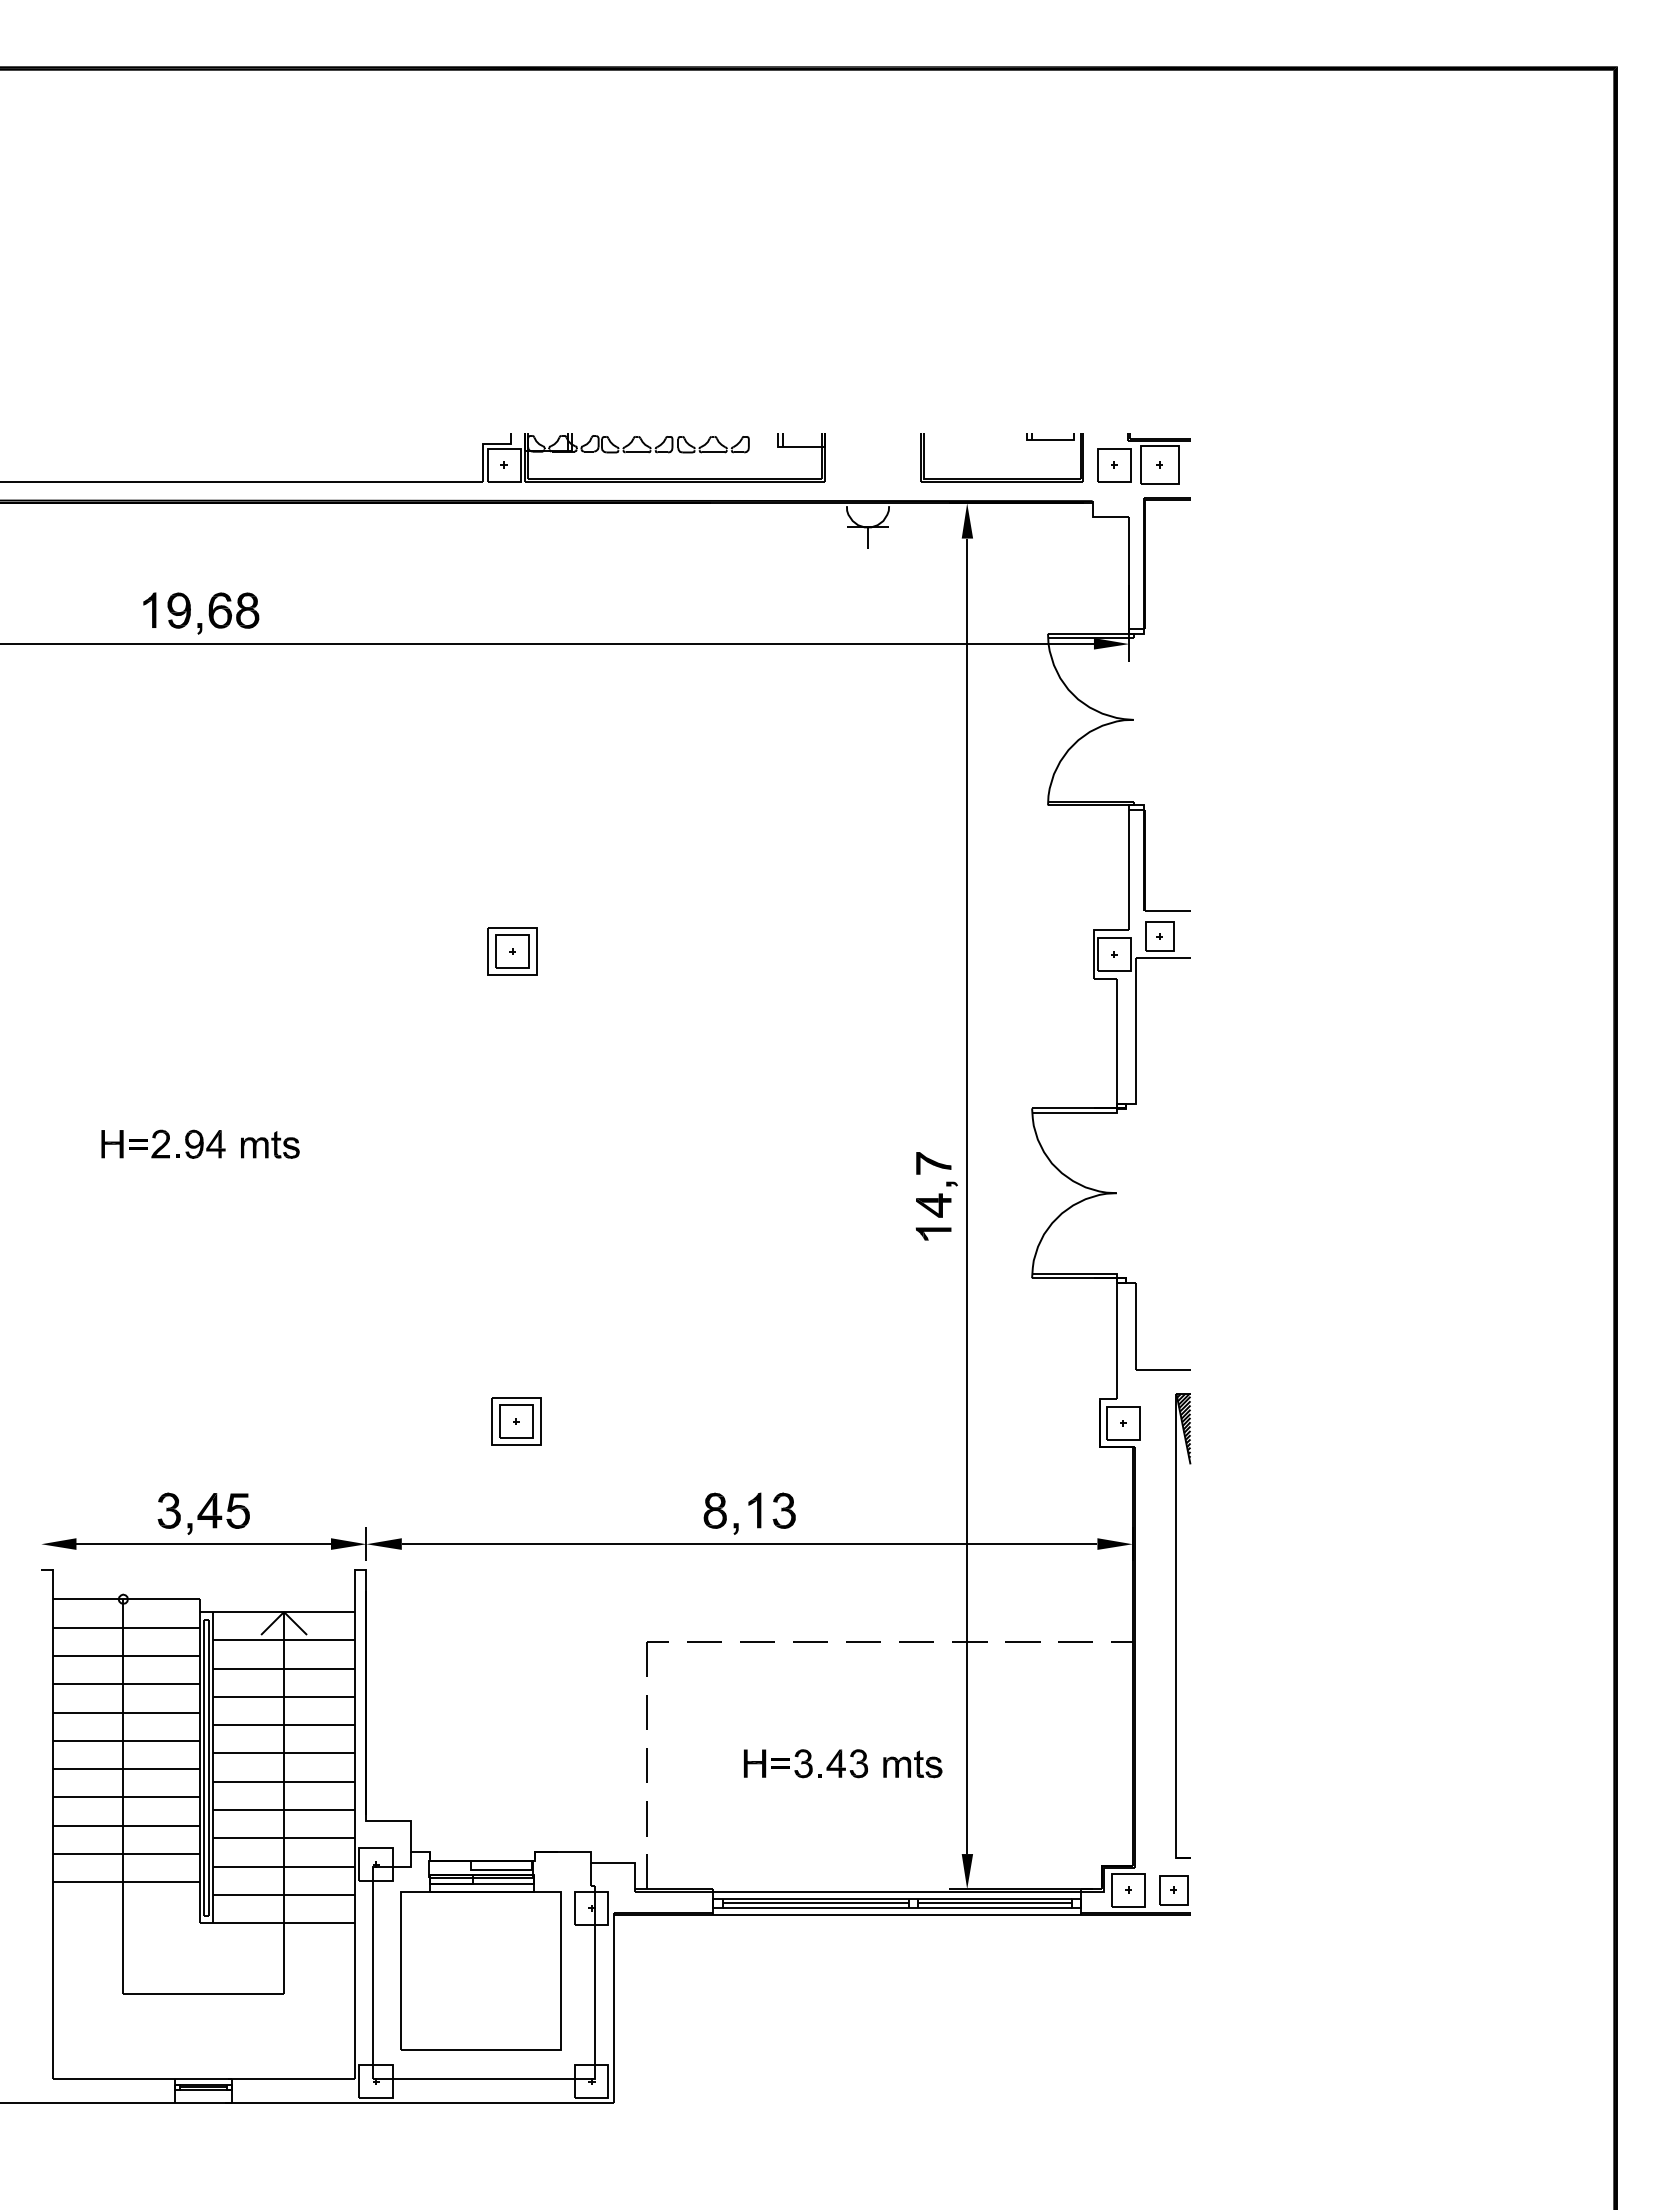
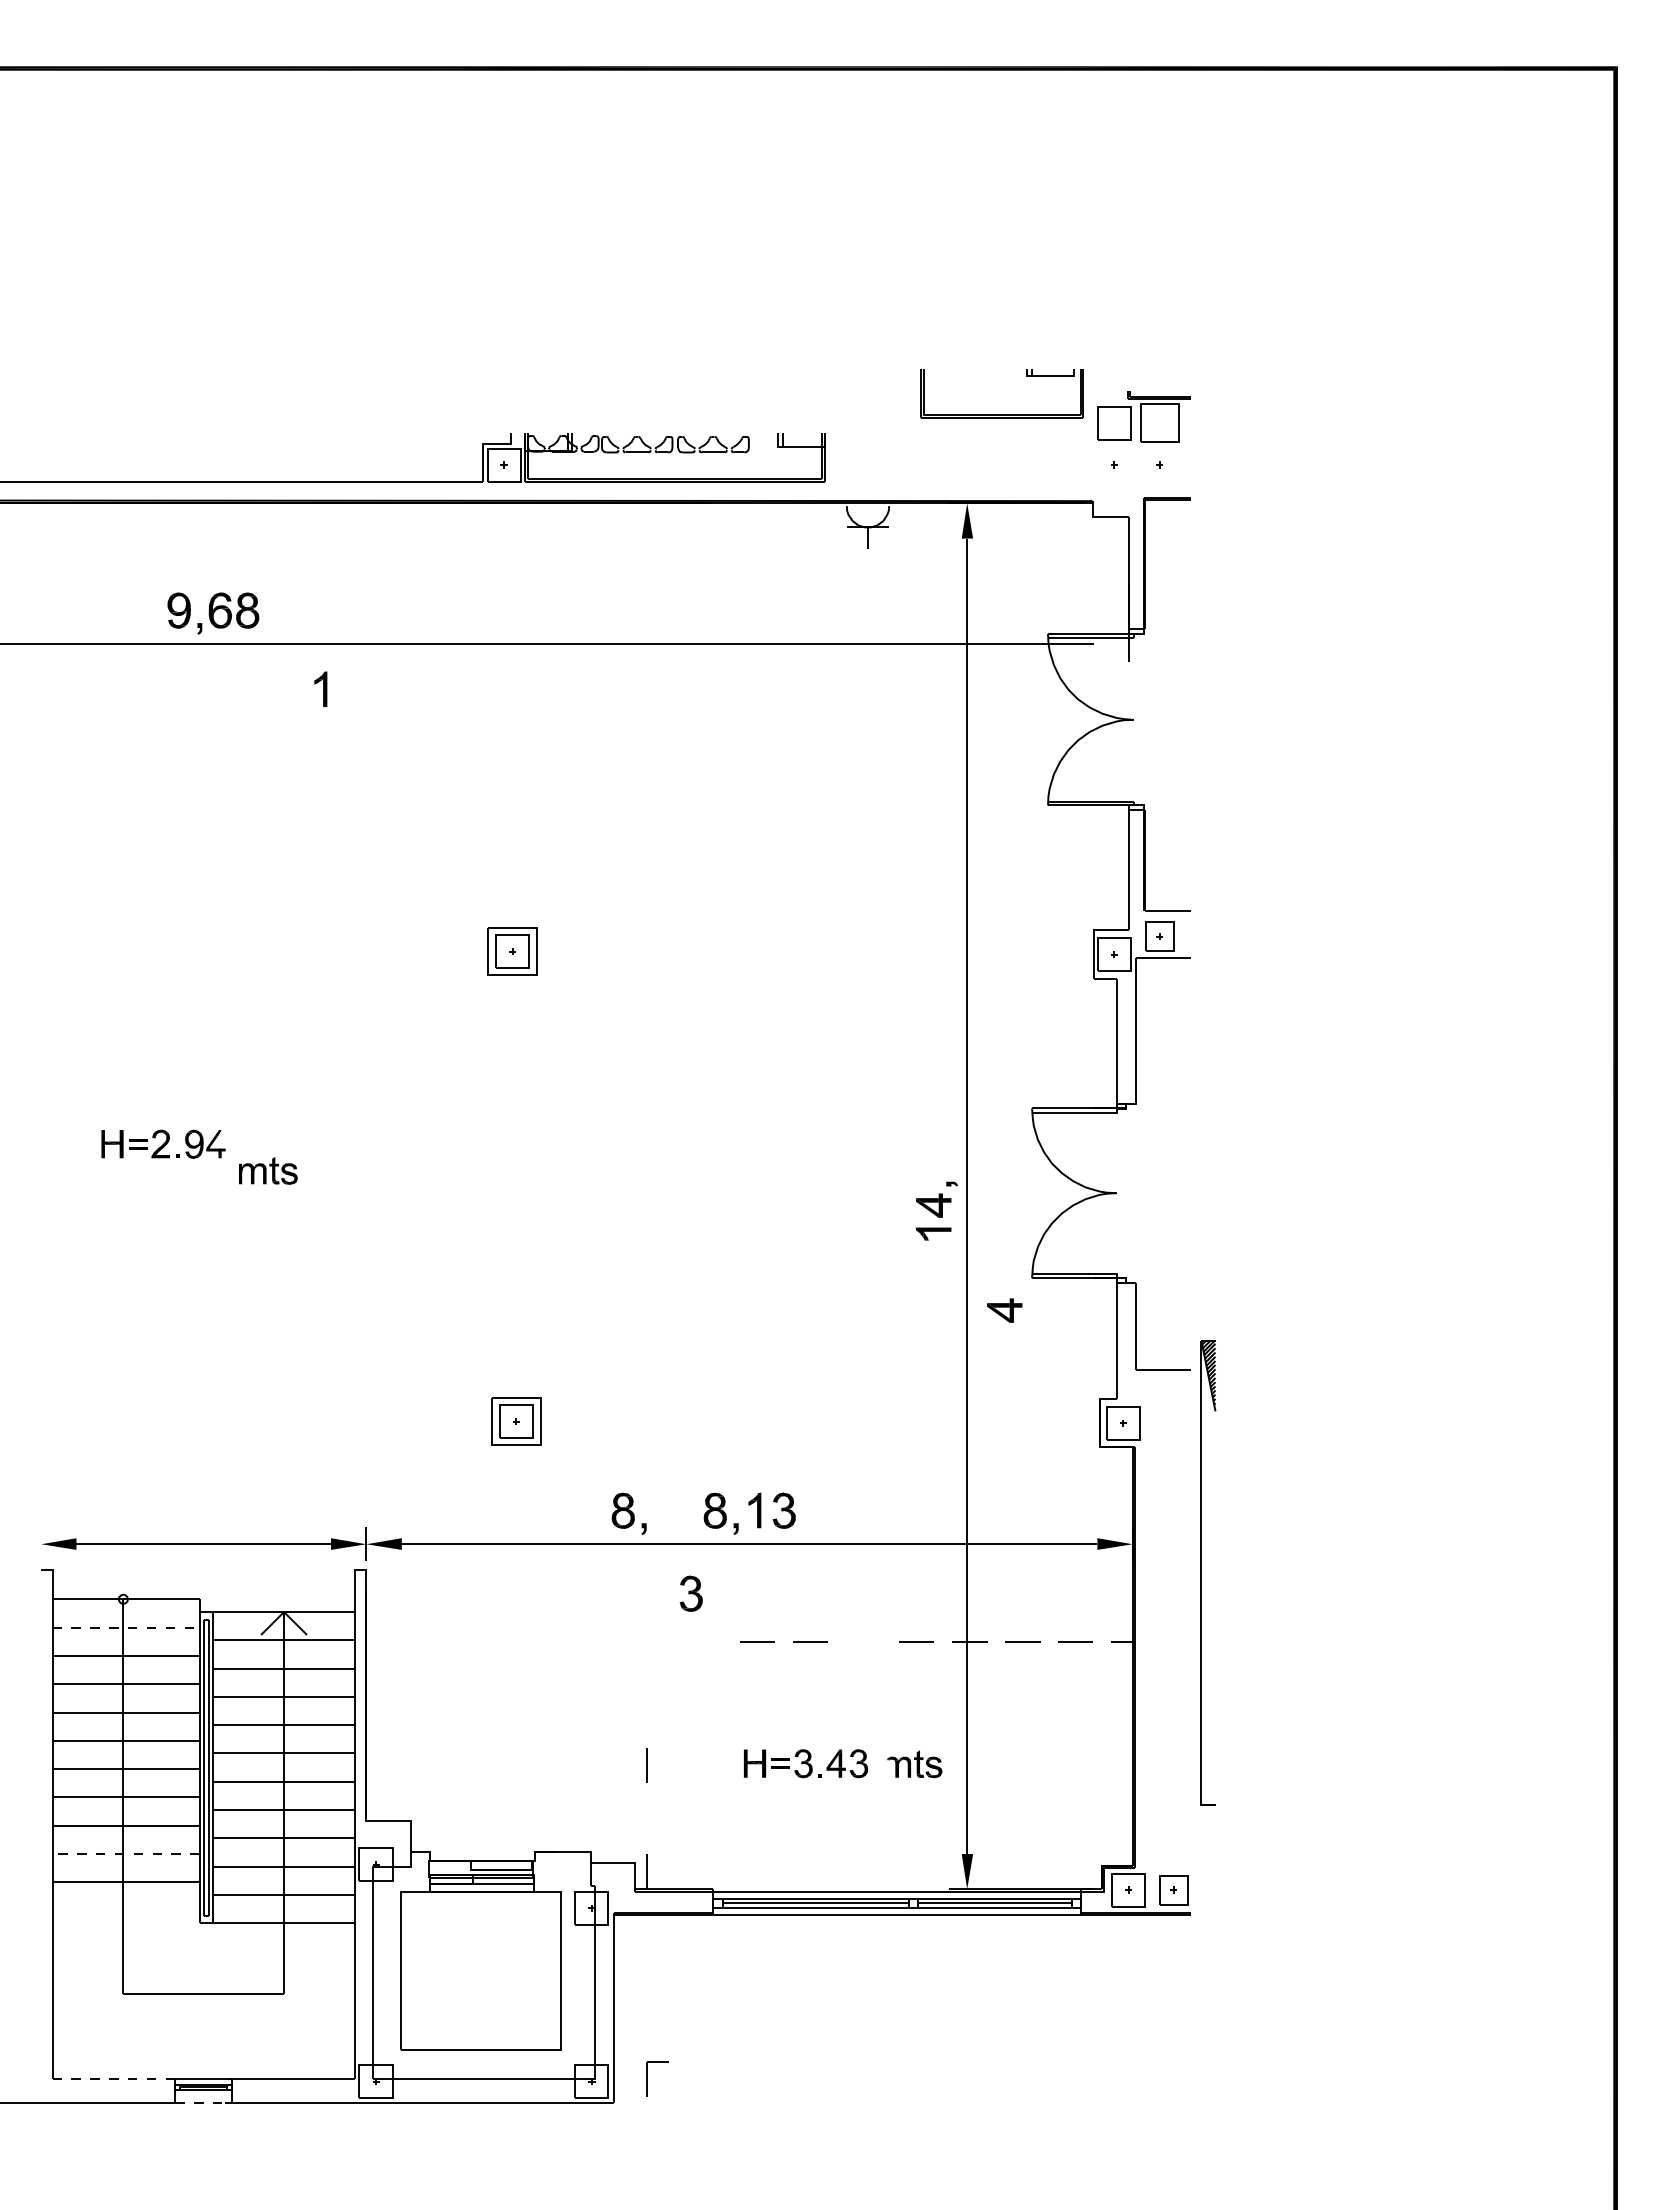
part at (1143, 458) position: (1143, 458) -> (1143, 416)
part at (1001, 478) position: (1001, 478) -> (1001, 414)
part at (149, 609) position: (149, 609) -> (320, 688)
fill at (1111, 643): present -> none
fill at (219, 1139): present -> none
part at (270, 1144) position: (270, 1144) -> (268, 1170)
fill at (933, 1163): present -> none
part at (1004, 1310): none -> present
part at (203, 1513): present -> none
part at (628, 1513): none -> present
part at (690, 1593): none -> present
part at (1176, 1625) position: (1176, 1625) -> (1201, 1572)
line at (126, 1627): solid -> dashed
line at (704, 1641): present -> none
line at (863, 1641): present -> none
part at (647, 1658) position: (647, 1658) -> (647, 2078)
line at (646, 1712): present -> none
fill at (886, 1767): present -> none
line at (646, 1818): present -> none
line at (126, 1853): solid -> dashed
line at (114, 2079): solid -> dashed
line at (204, 2103): solid -> dashed
